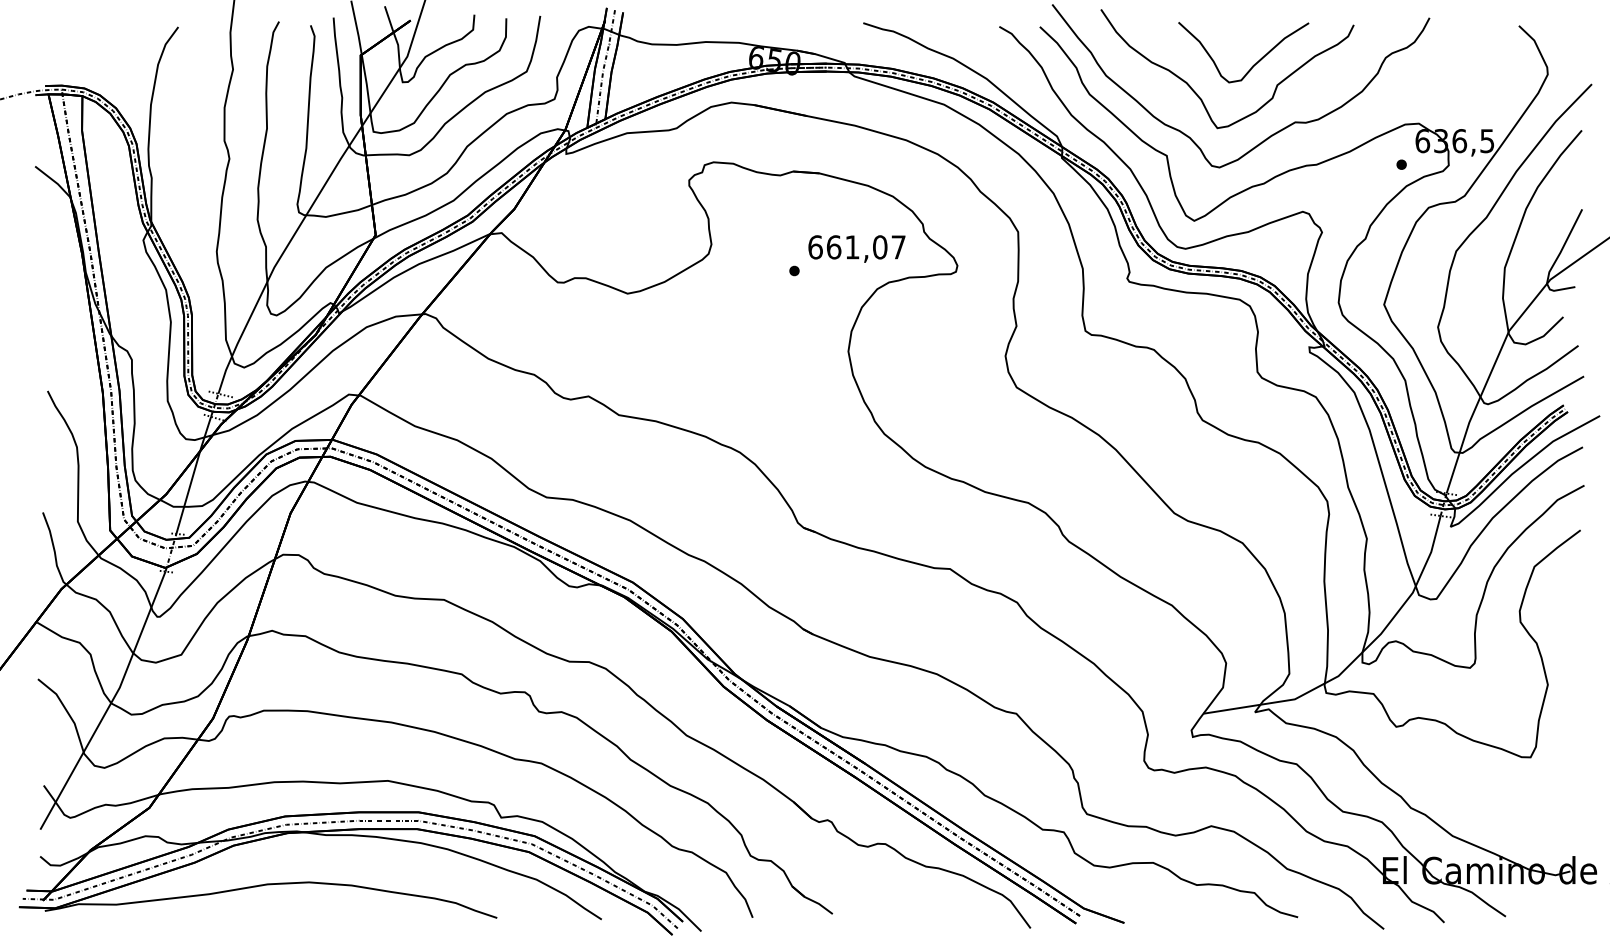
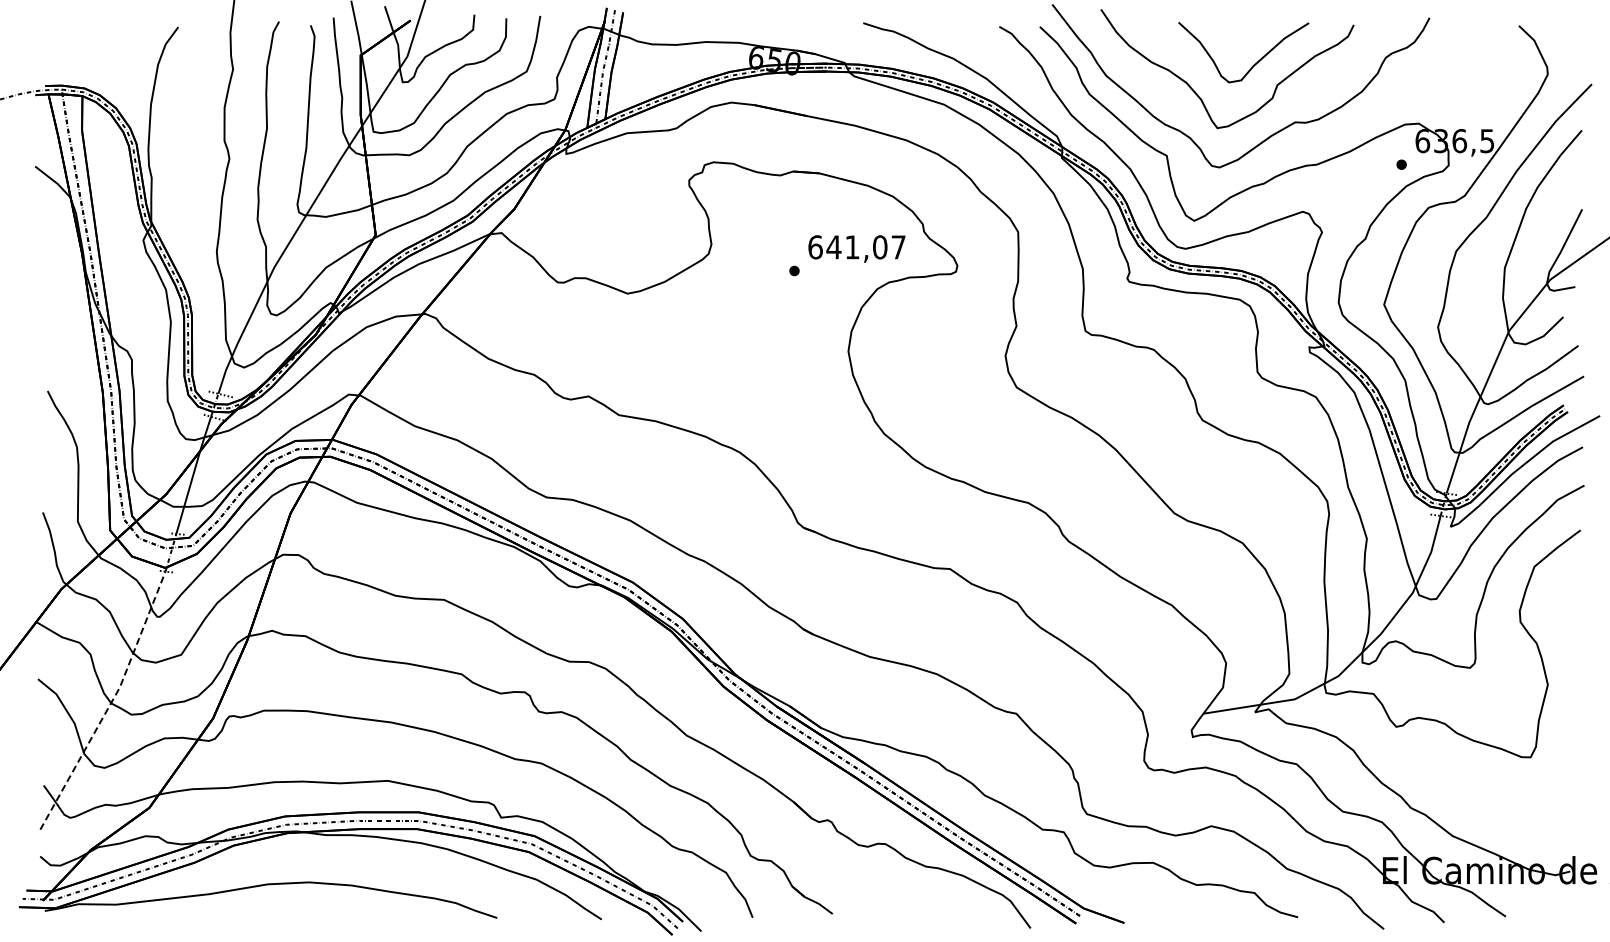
text at (833, 247): 661,07 -> 641,07
line at (111, 703): solid -> dashed
